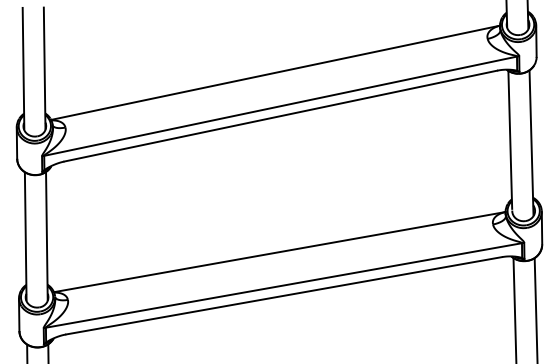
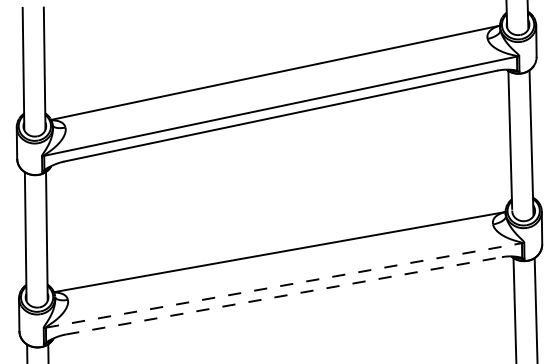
line at (283, 285): solid -> dashed
line at (284, 295): solid -> dashed
